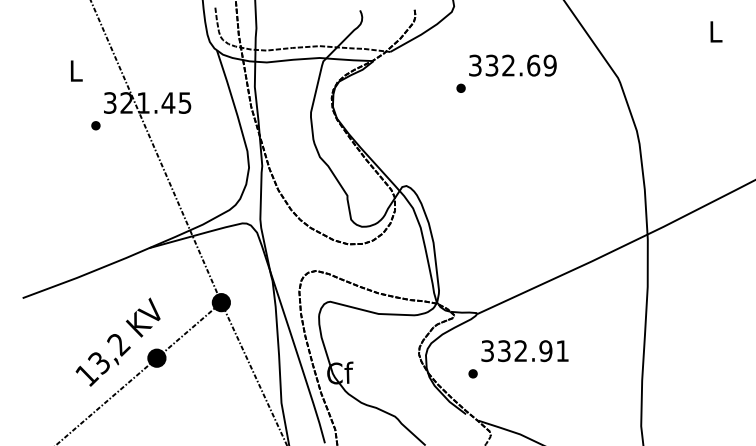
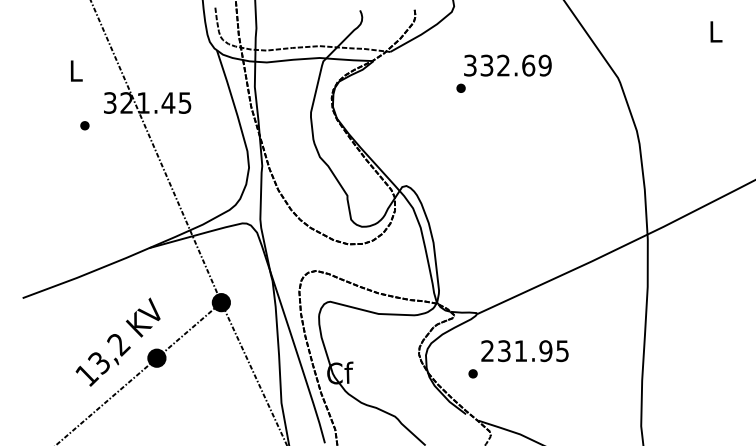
text at (512, 65) position: (512, 65) -> (507, 65)
part at (95, 125) position: (95, 125) -> (84, 125)
text at (524, 351): 332.91 -> 231.95
